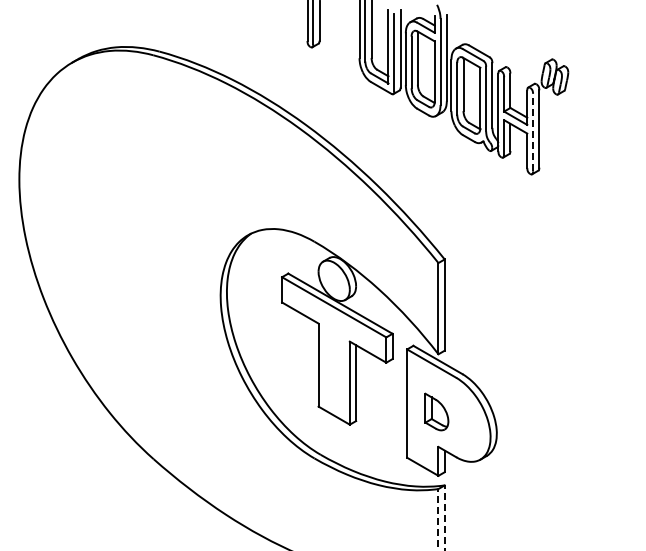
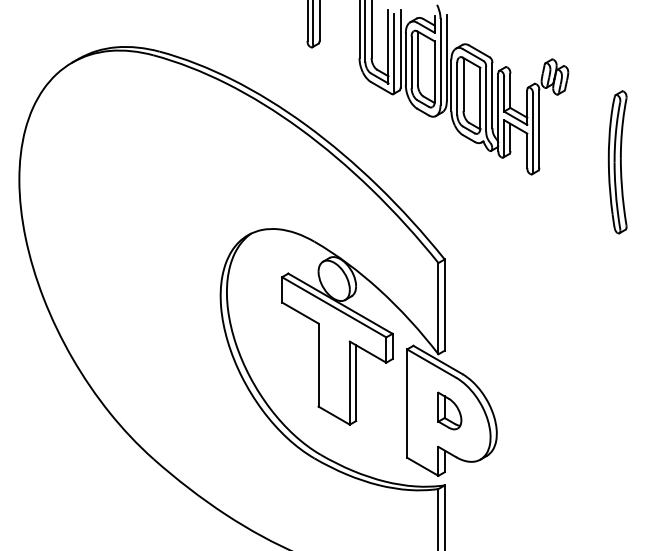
line at (533, 132): dashed -> solid
part at (617, 162): none -> present
part at (436, 411) position: (436, 411) -> (449, 410)
line at (444, 518): dashed -> solid
line at (438, 519): dashed -> solid
